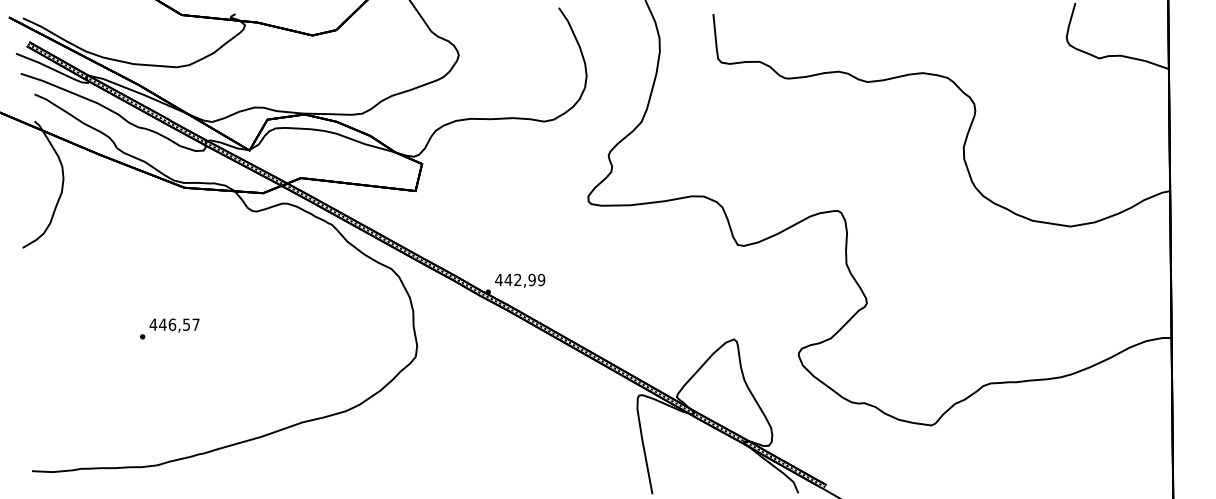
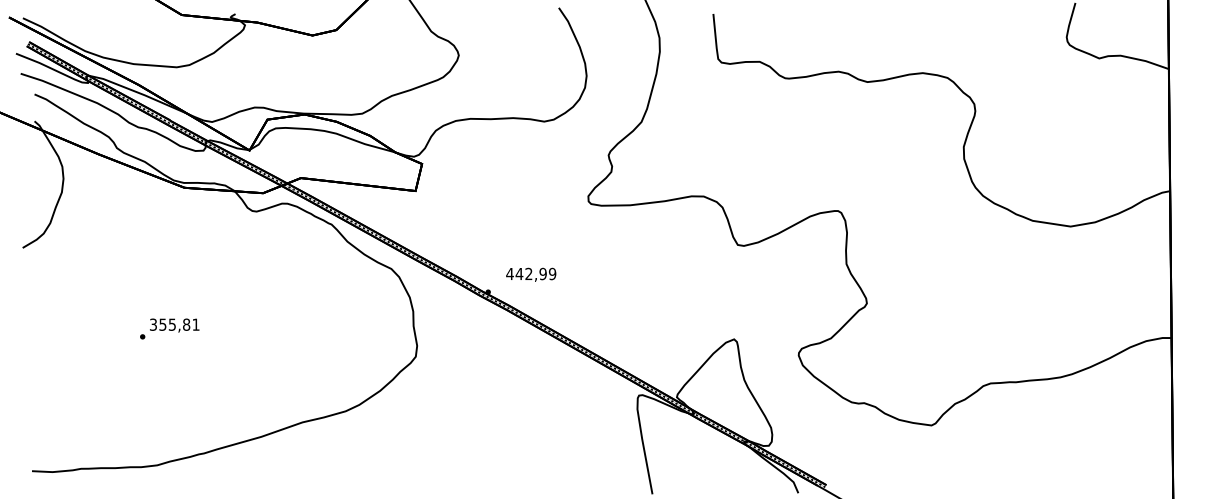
text at (520, 280) position: (520, 280) -> (531, 274)
text at (174, 324): 446,57 -> 355,81
